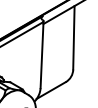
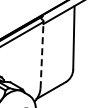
line at (42, 54): solid -> dashed
